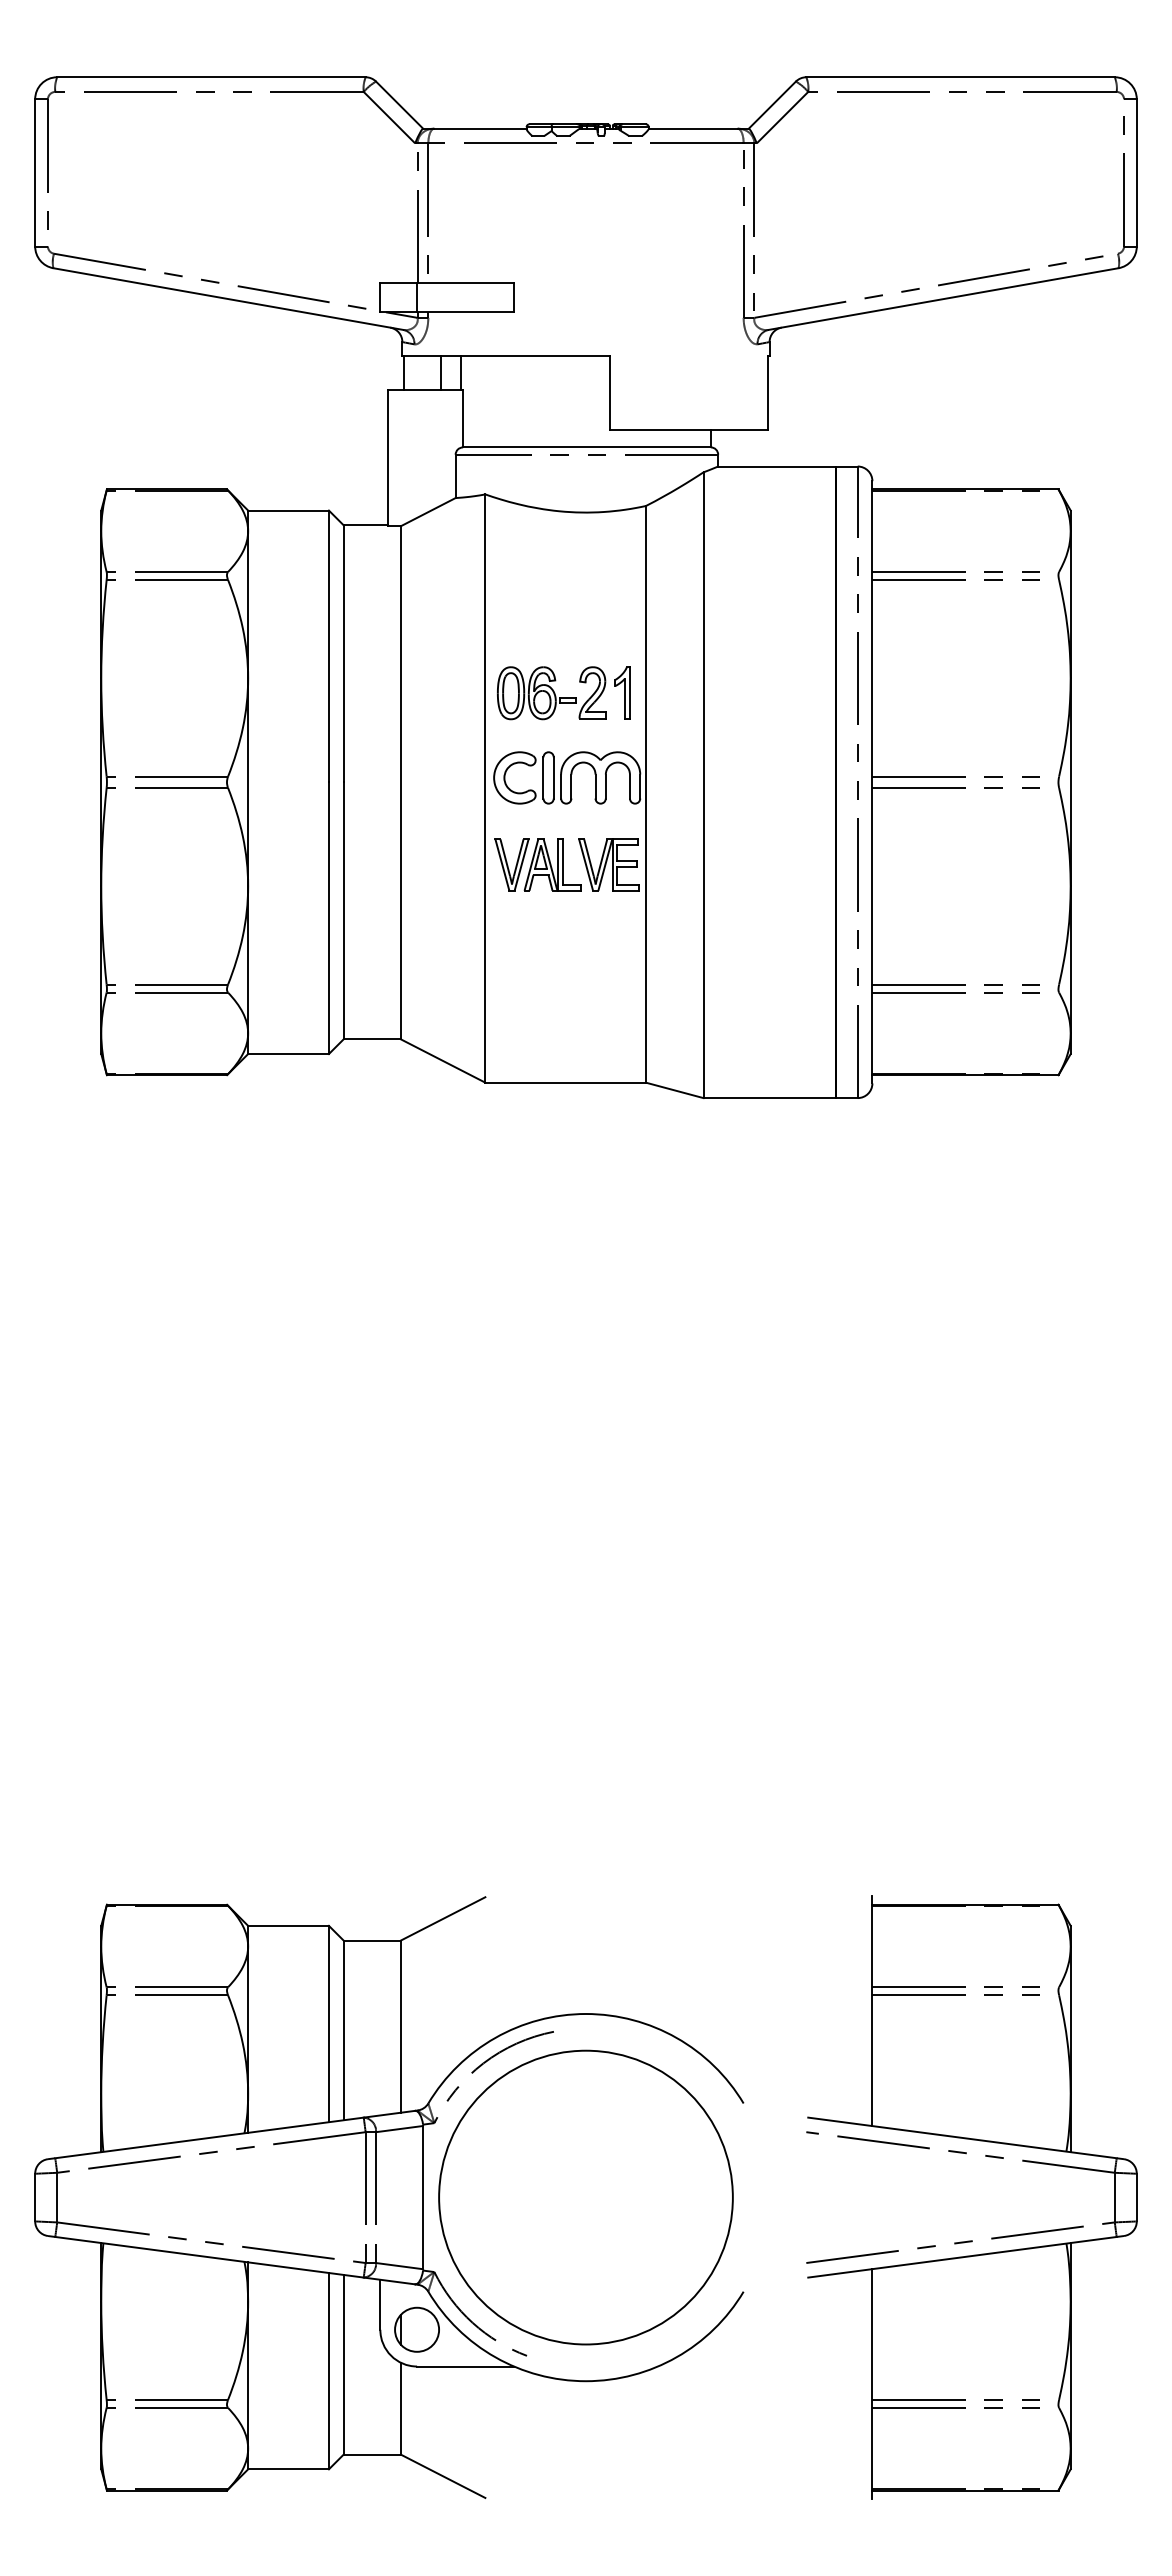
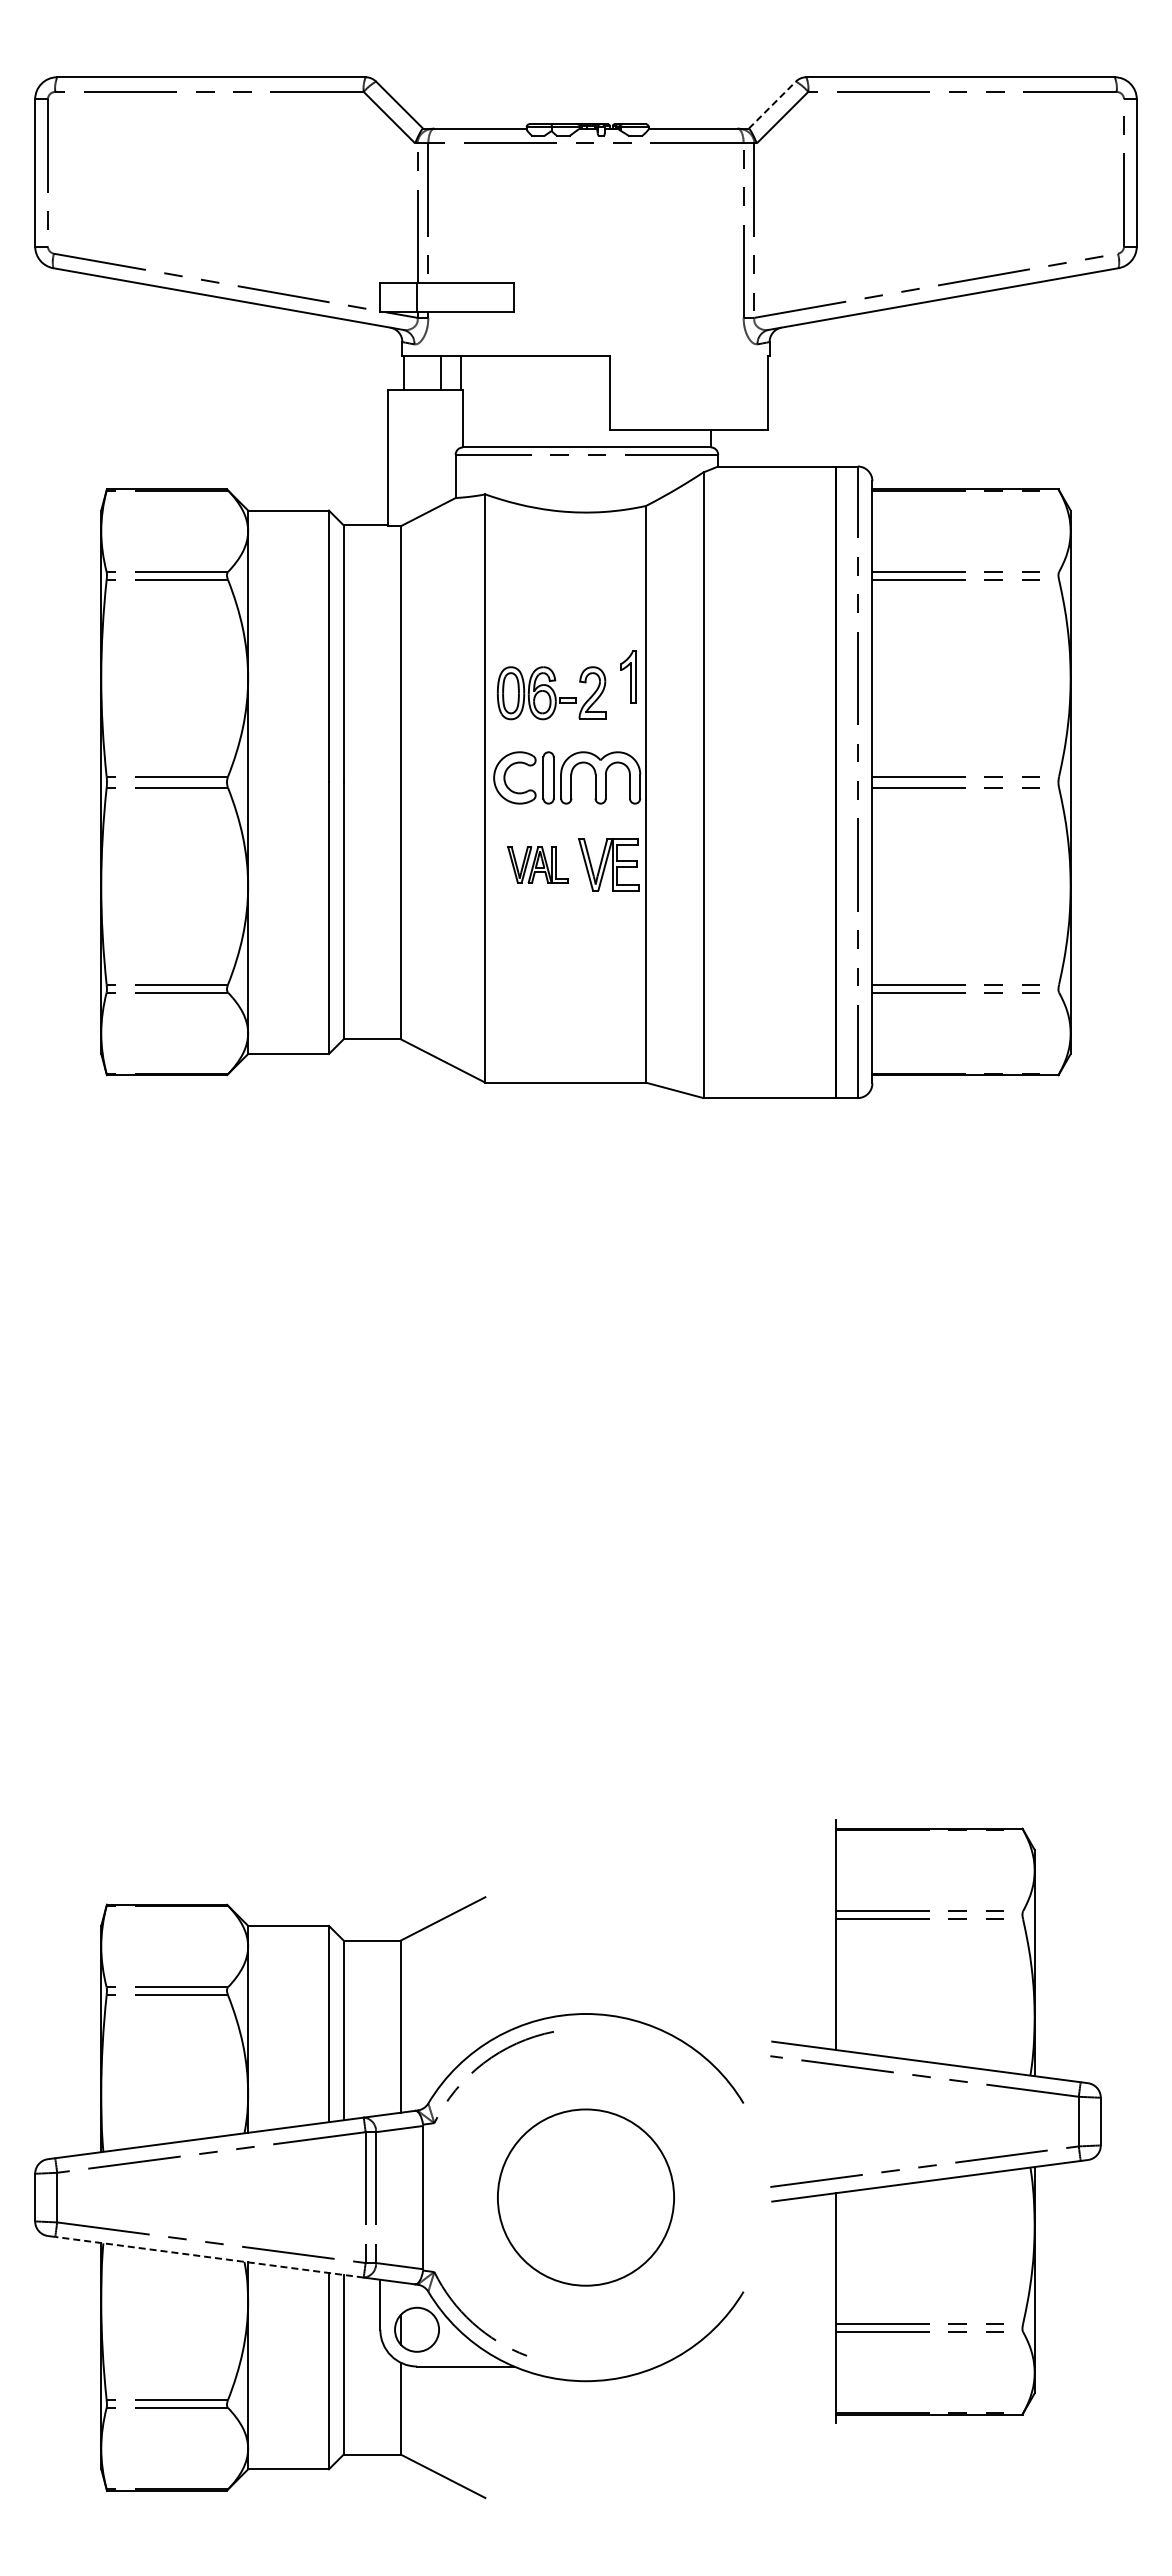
line at (772, 104): solid -> dashed
part at (622, 692) position: (622, 692) -> (628, 676)
part at (537, 864) size: 88x54 px -> 62x38 px
circle at (585, 2197) diameter: 294 px -> 176 px
part at (971, 2240) position: (971, 2240) -> (935, 2164)
line at (209, 2257): solid -> dashed
